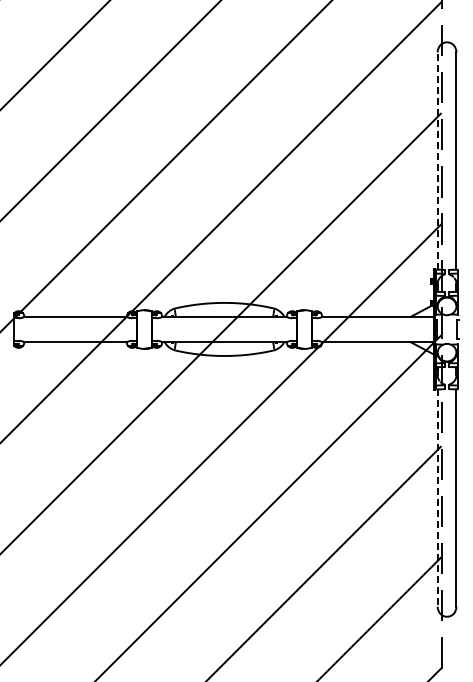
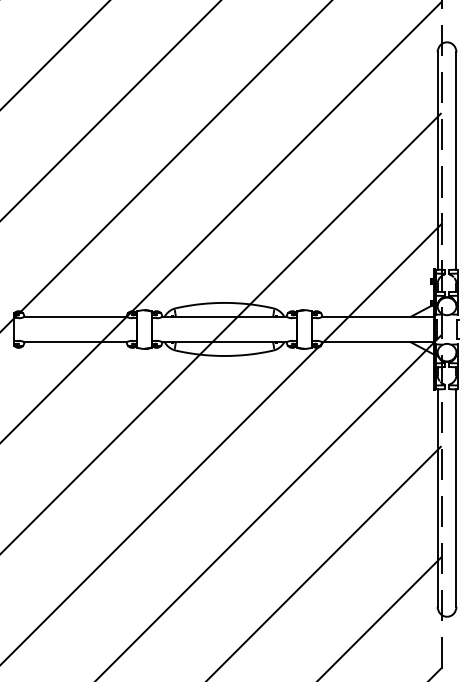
line at (437, 161): dashed -> solid
line at (437, 498): dashed -> solid
